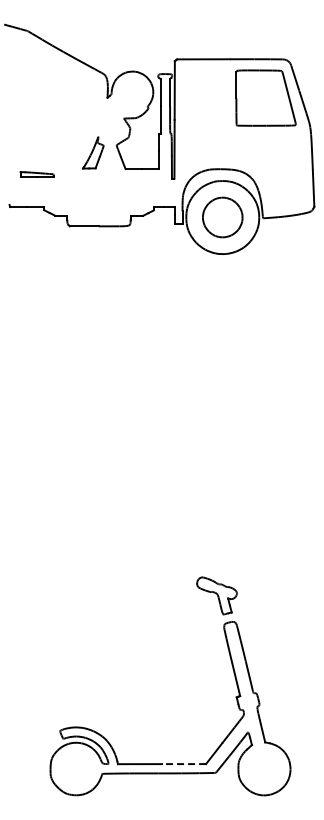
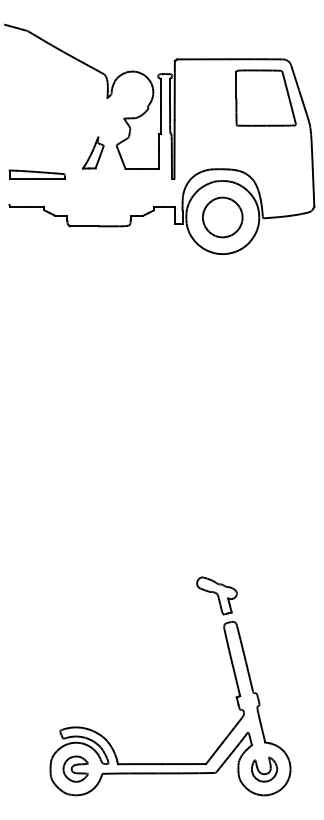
part at (36, 174) size: 36x7 px -> 58x11 px
line at (183, 764): dashed -> solid
part at (75, 768): none -> present
part at (264, 769): none -> present
